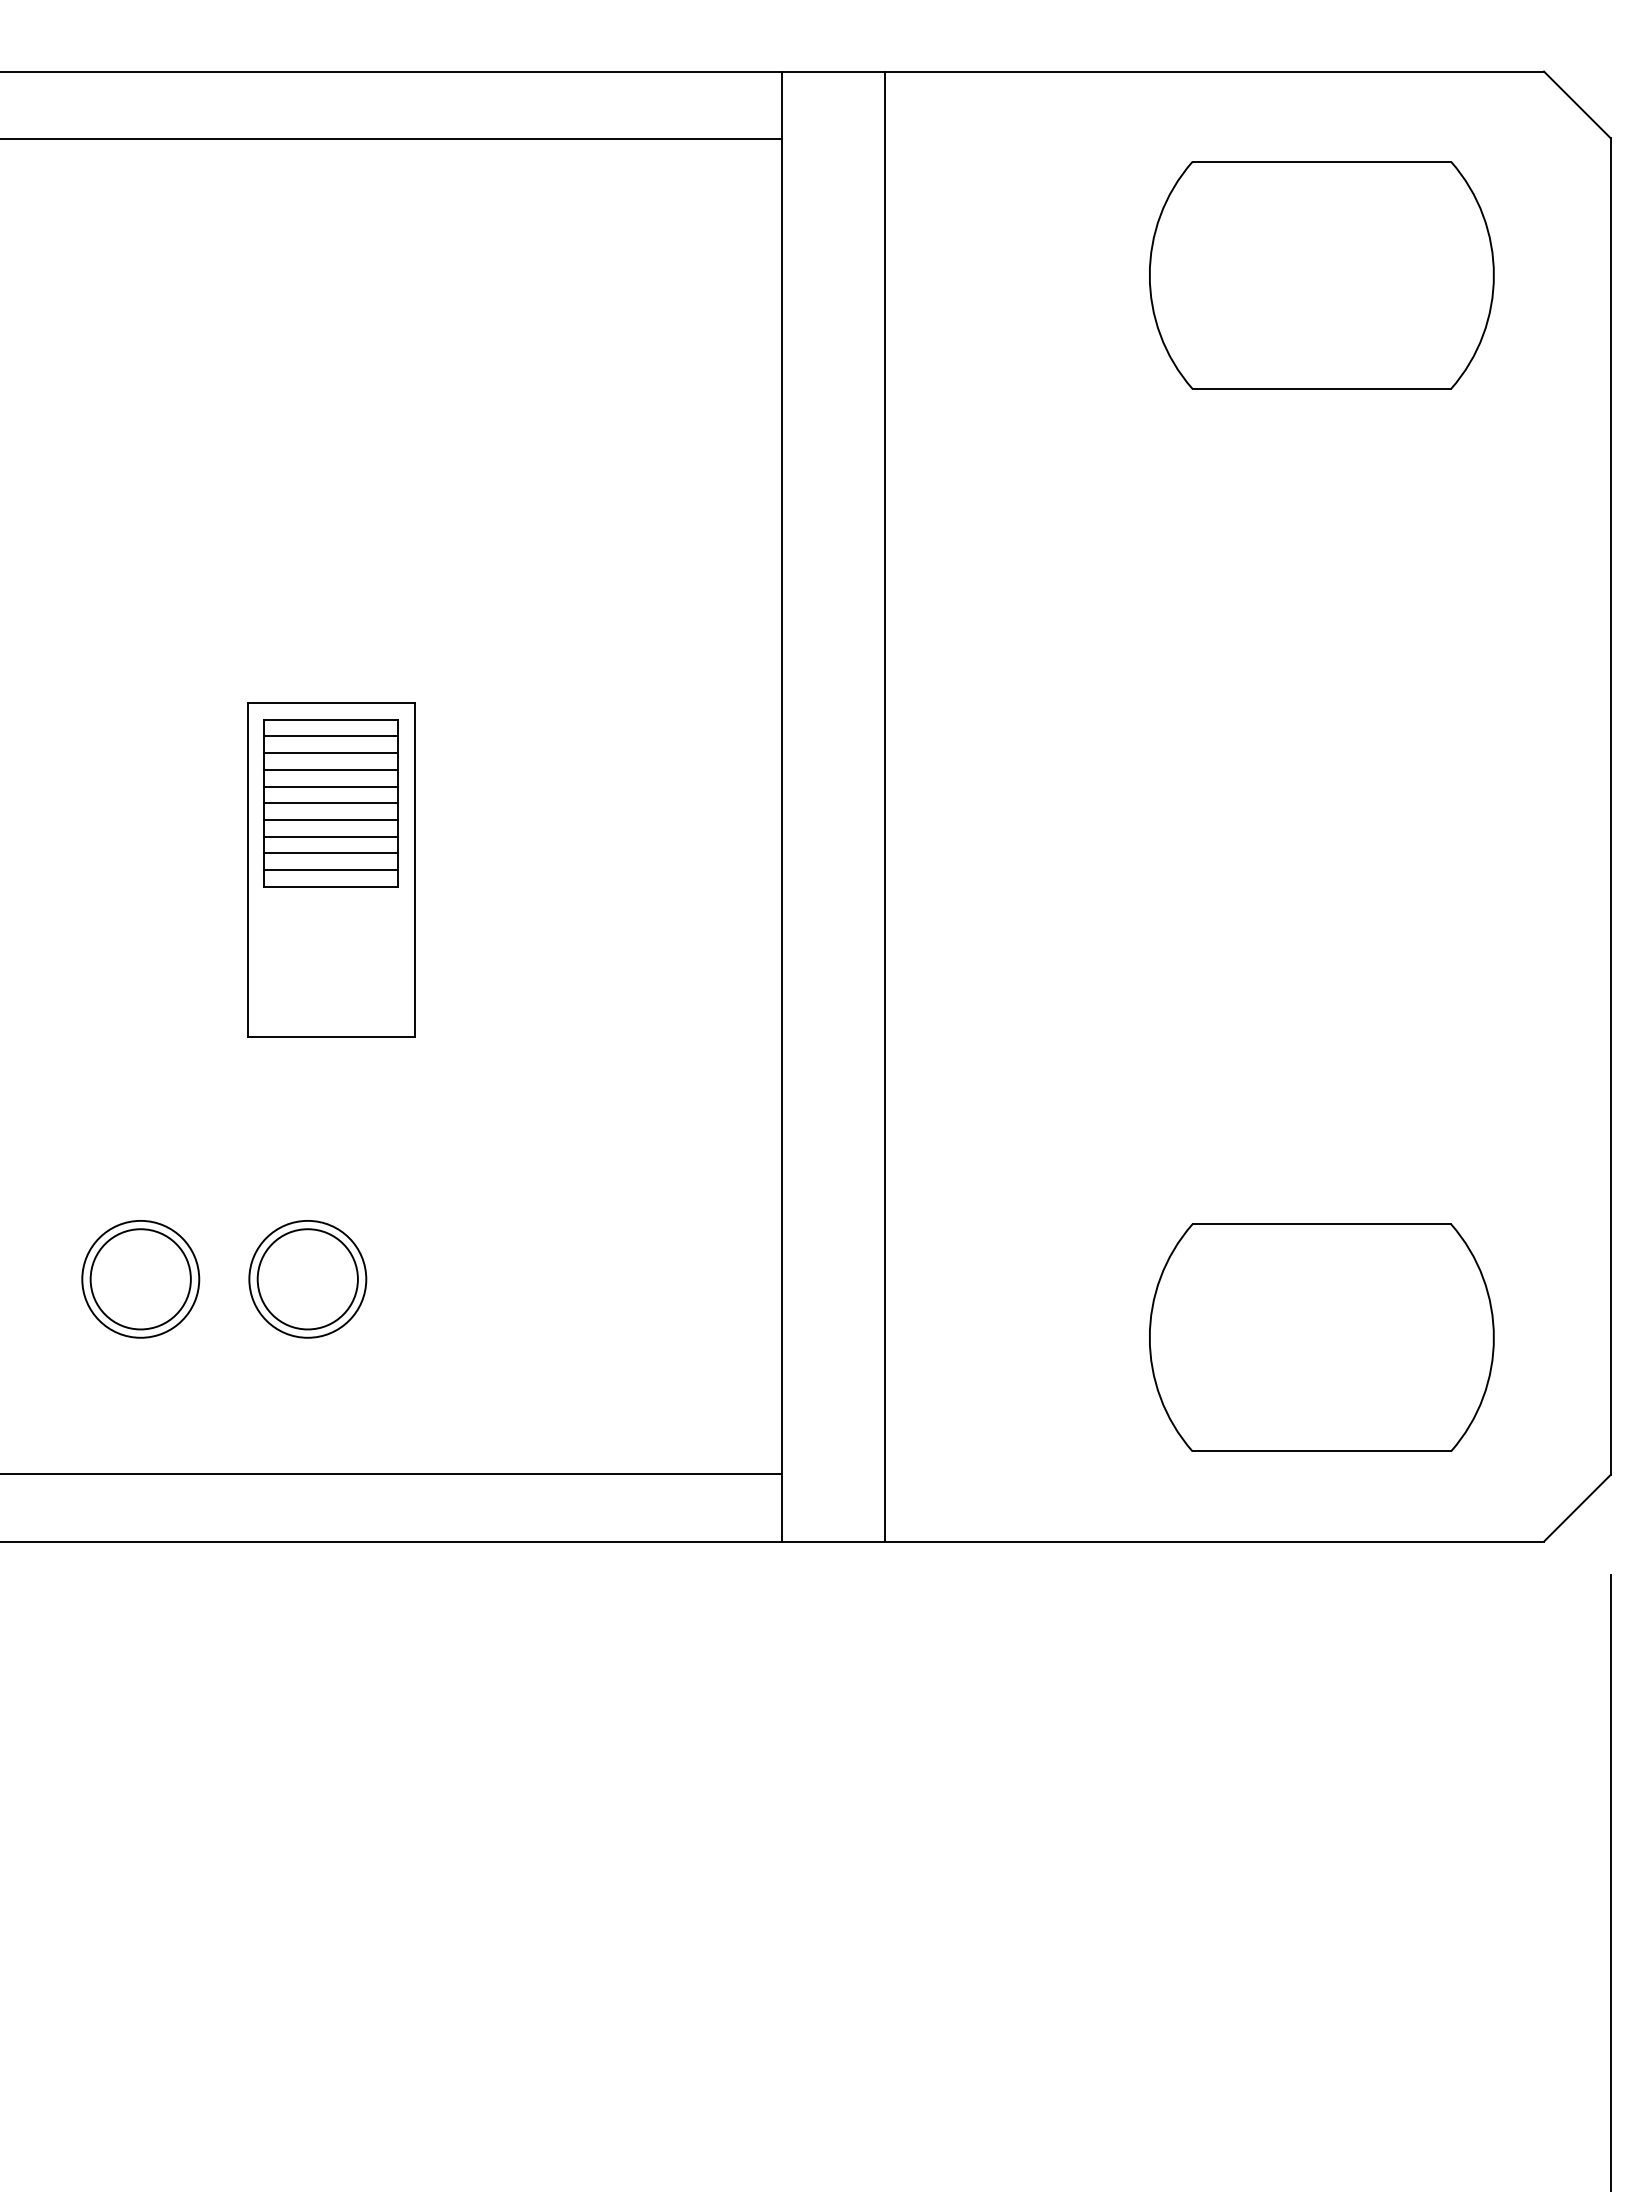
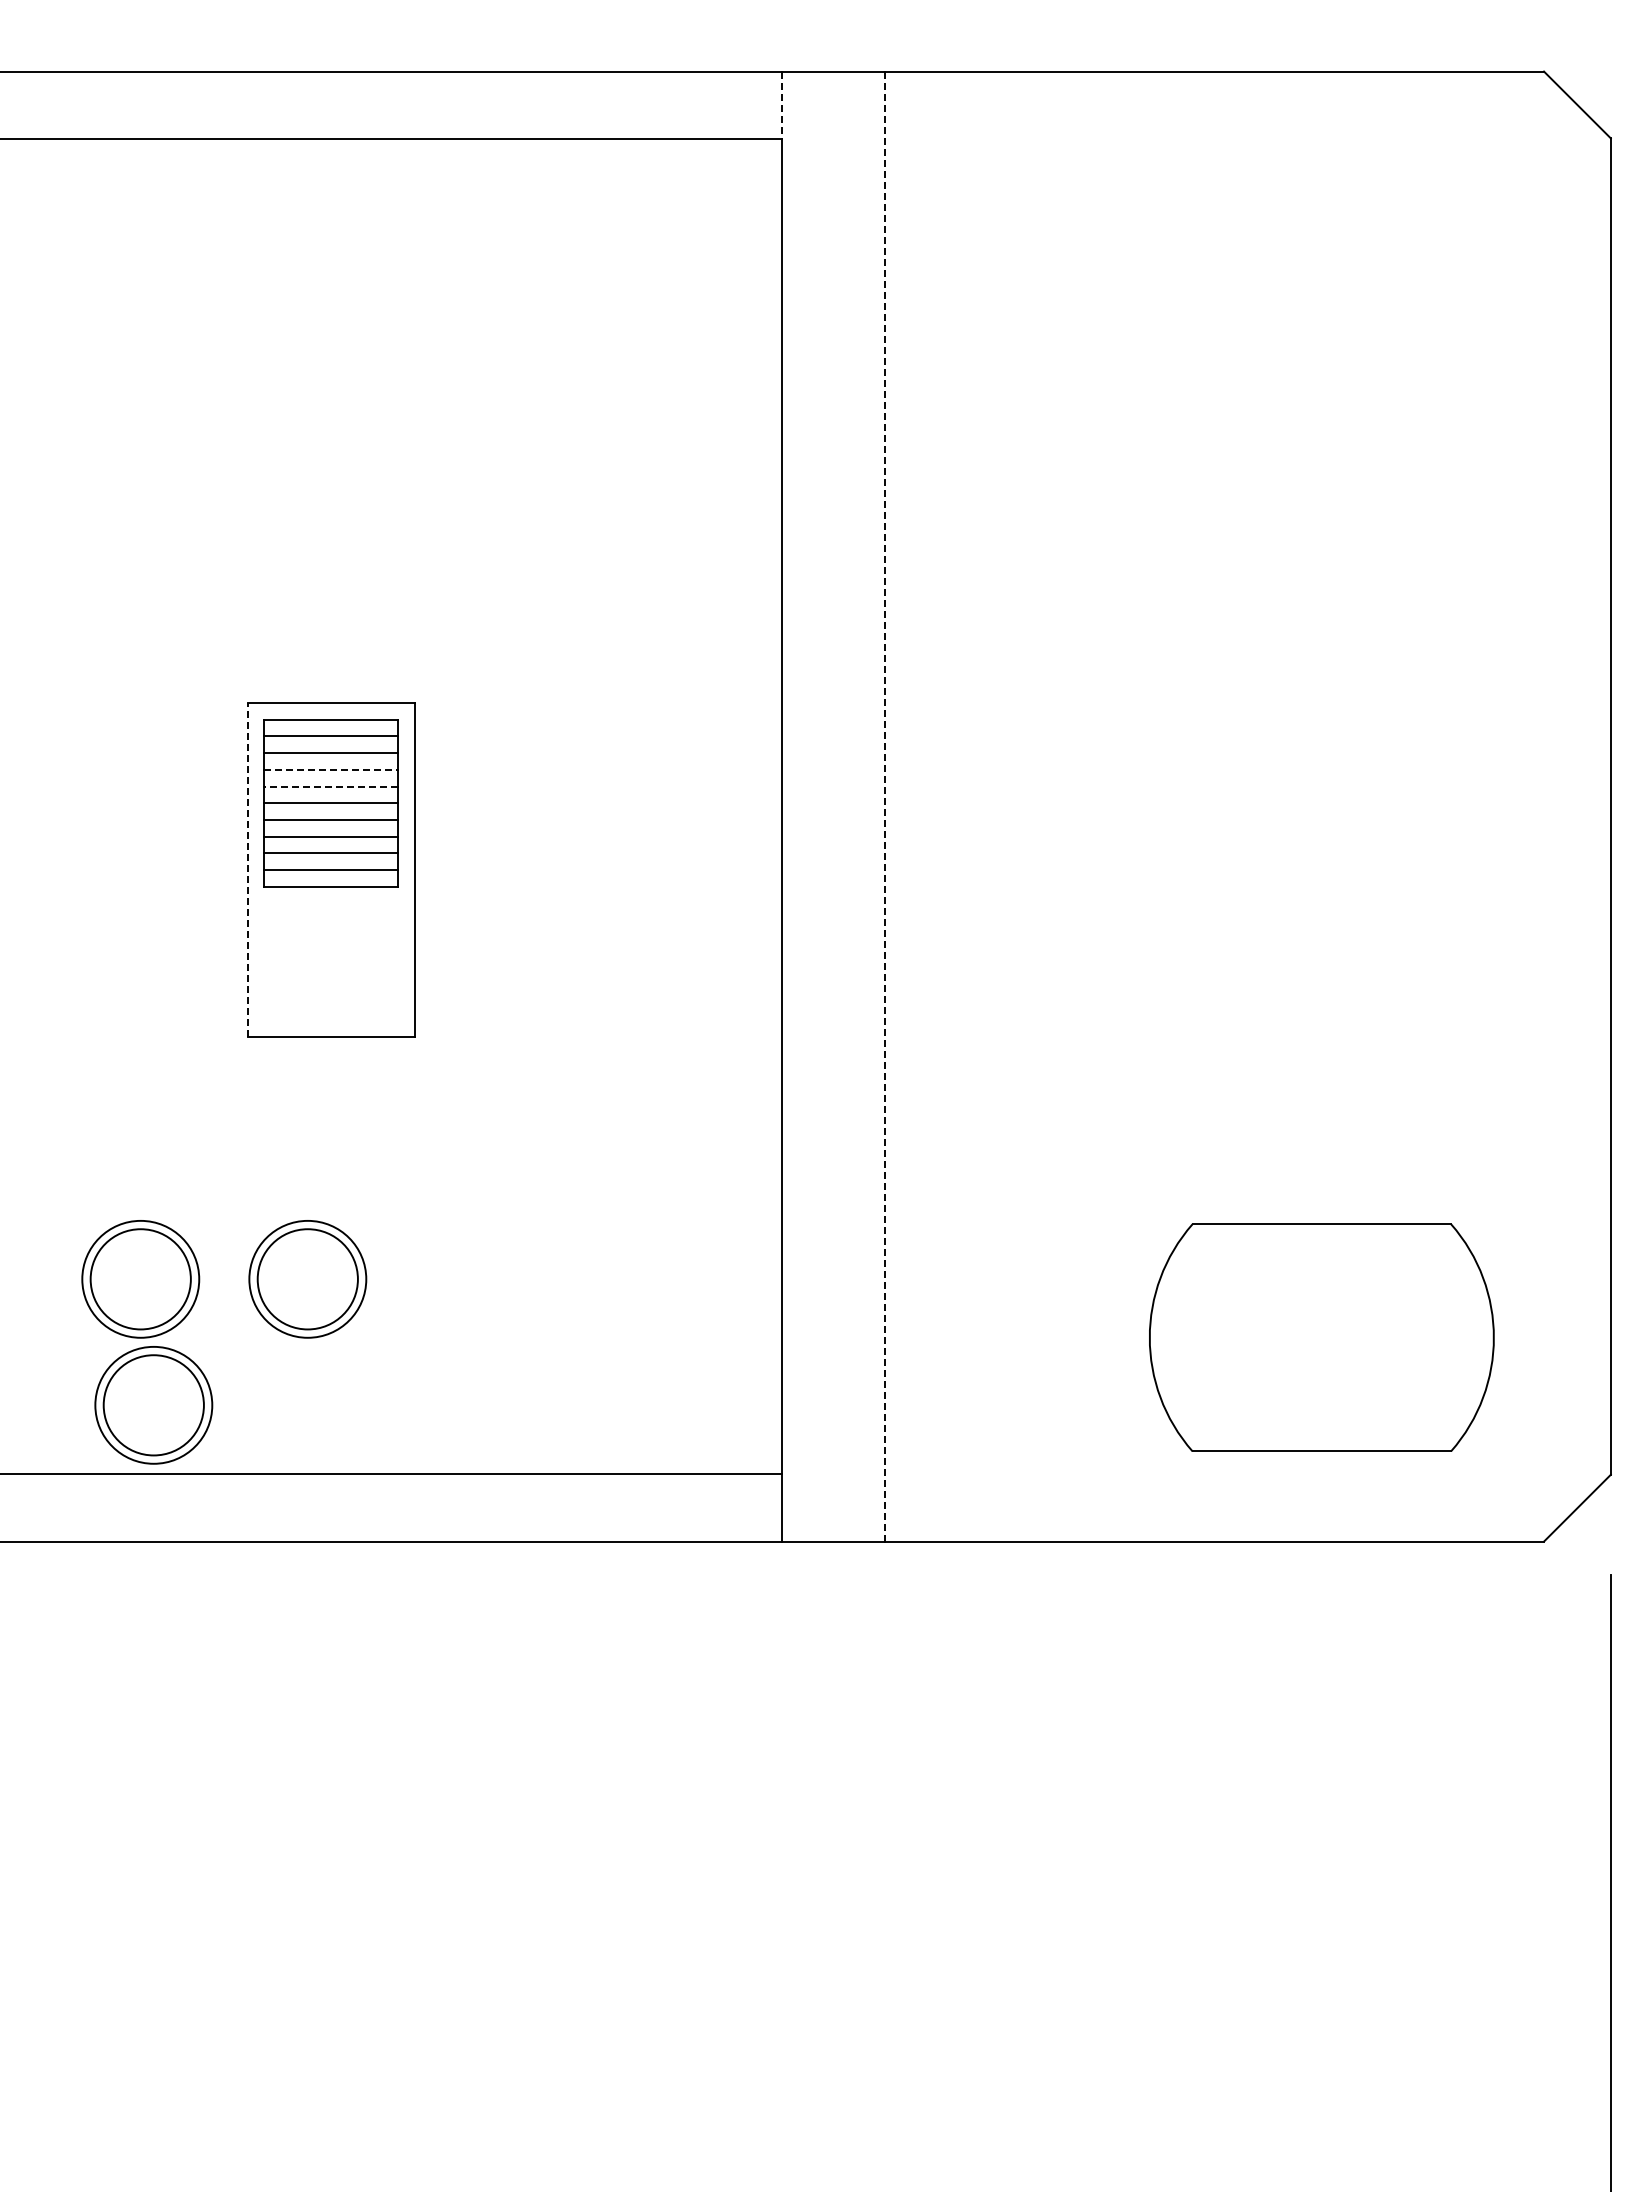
line at (782, 105): solid -> dashed
part at (1321, 275): present -> none
line at (331, 769): solid -> dashed
line at (331, 786): solid -> dashed
line at (884, 806): solid -> dashed
line at (247, 869): solid -> dashed
part at (153, 1405): none -> present
